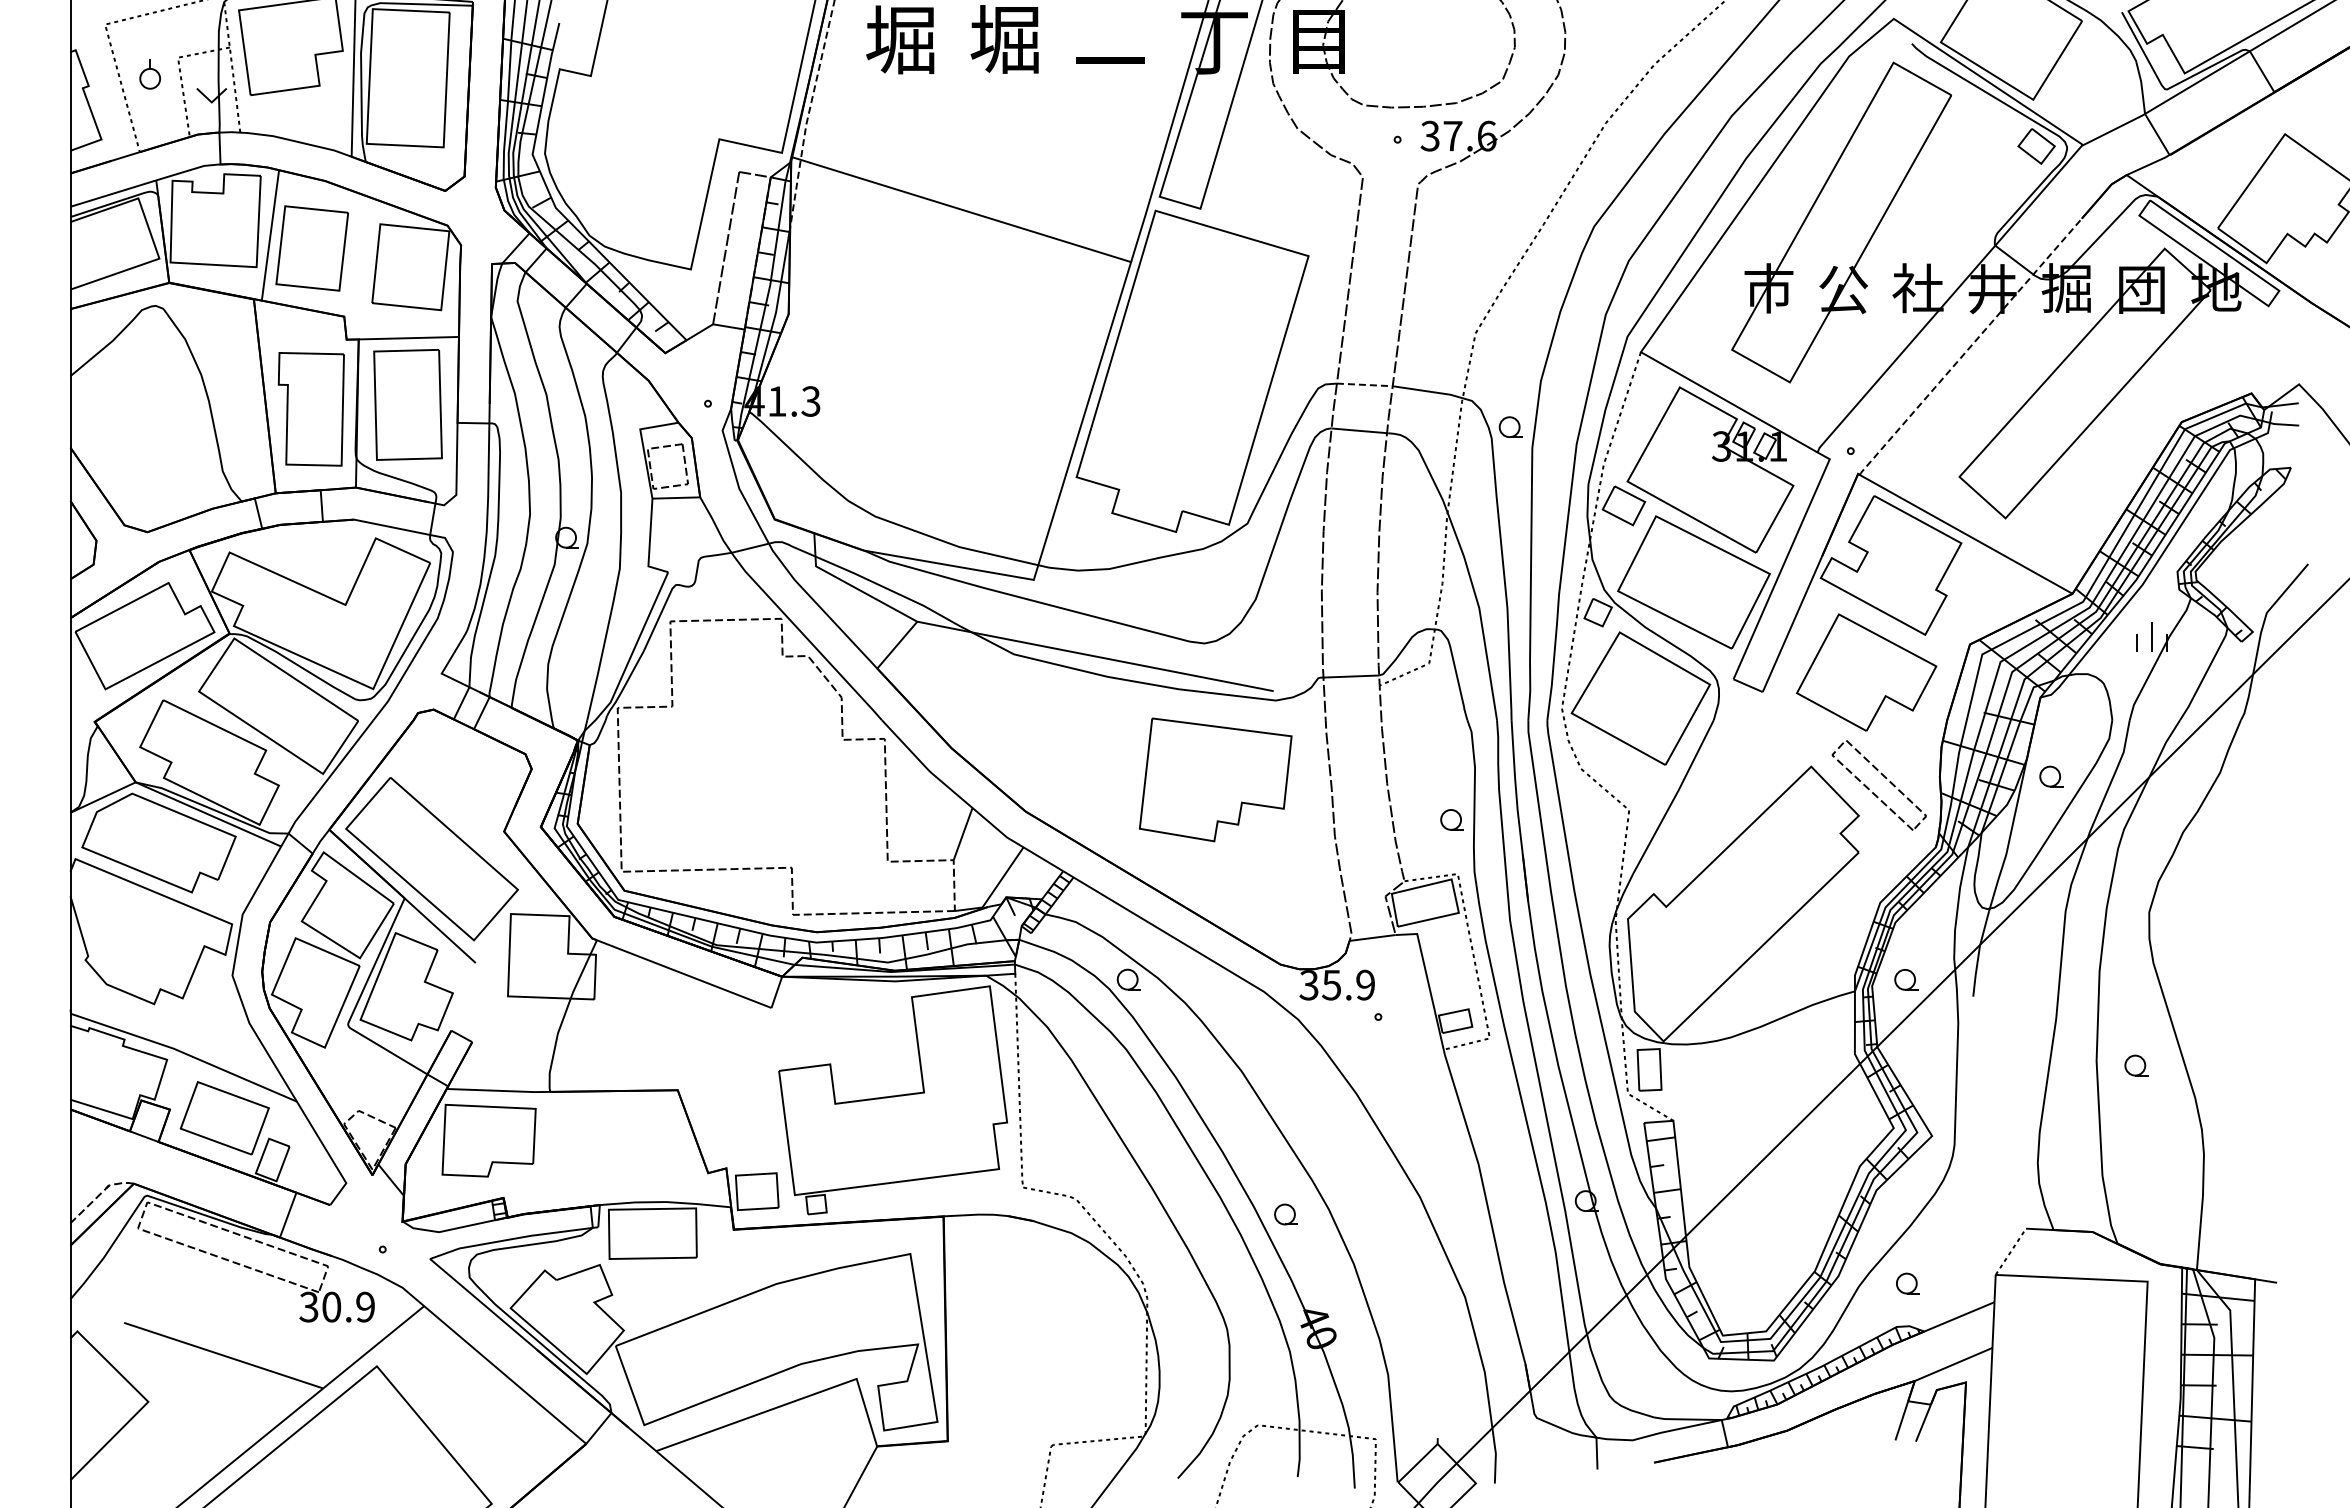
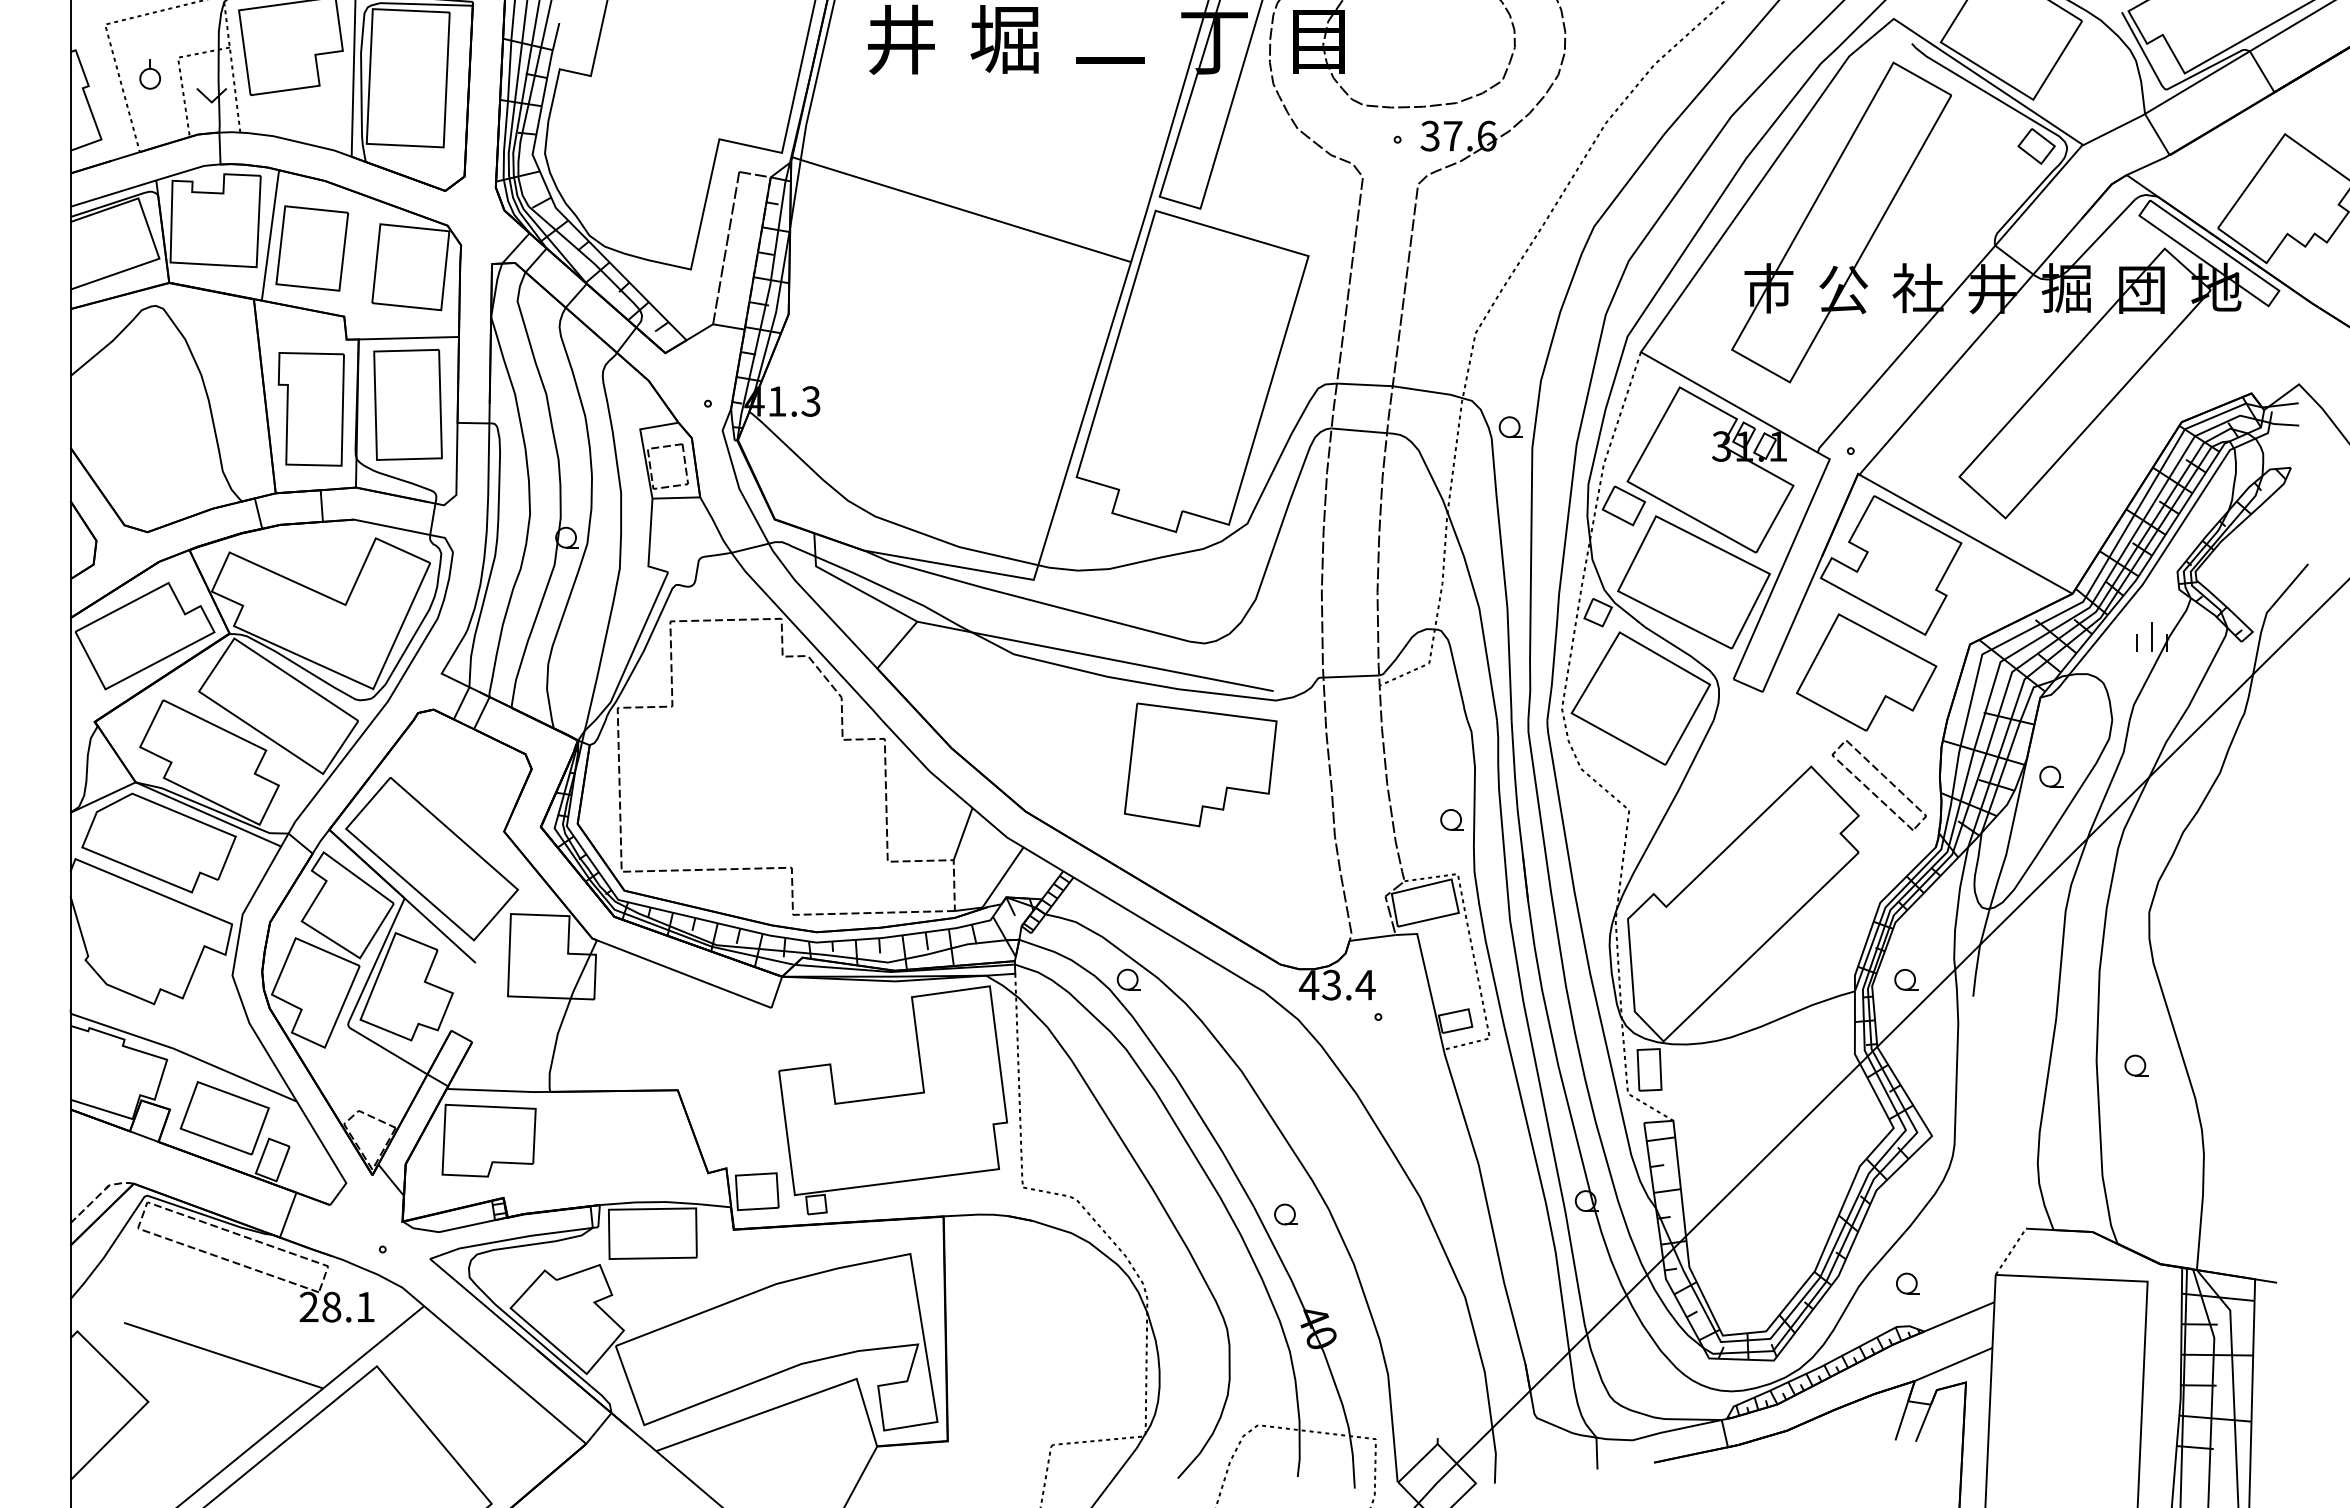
text at (900, 39): 堀 -> 井
line at (808, 115): dashed -> solid
line at (1970, 346): dashed -> solid
line at (1364, 384): dashed -> solid
part at (1215, 779) position: (1215, 779) -> (1200, 764)
text at (1336, 984): 35.9 -> 43.4
text at (336, 1306): 30.9 -> 28.1
